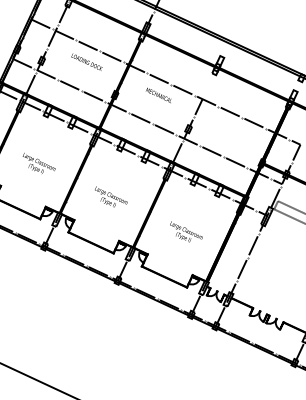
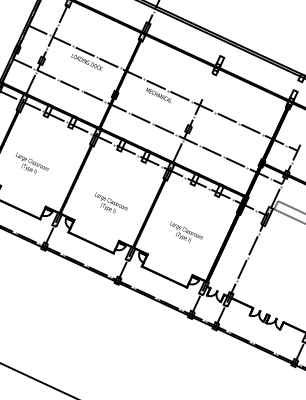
line at (165, 81) position: (165, 81) -> (162, 87)
text at (38, 162) position: (38, 162) -> (31, 162)
text at (111, 196) position: (111, 196) -> (111, 202)
